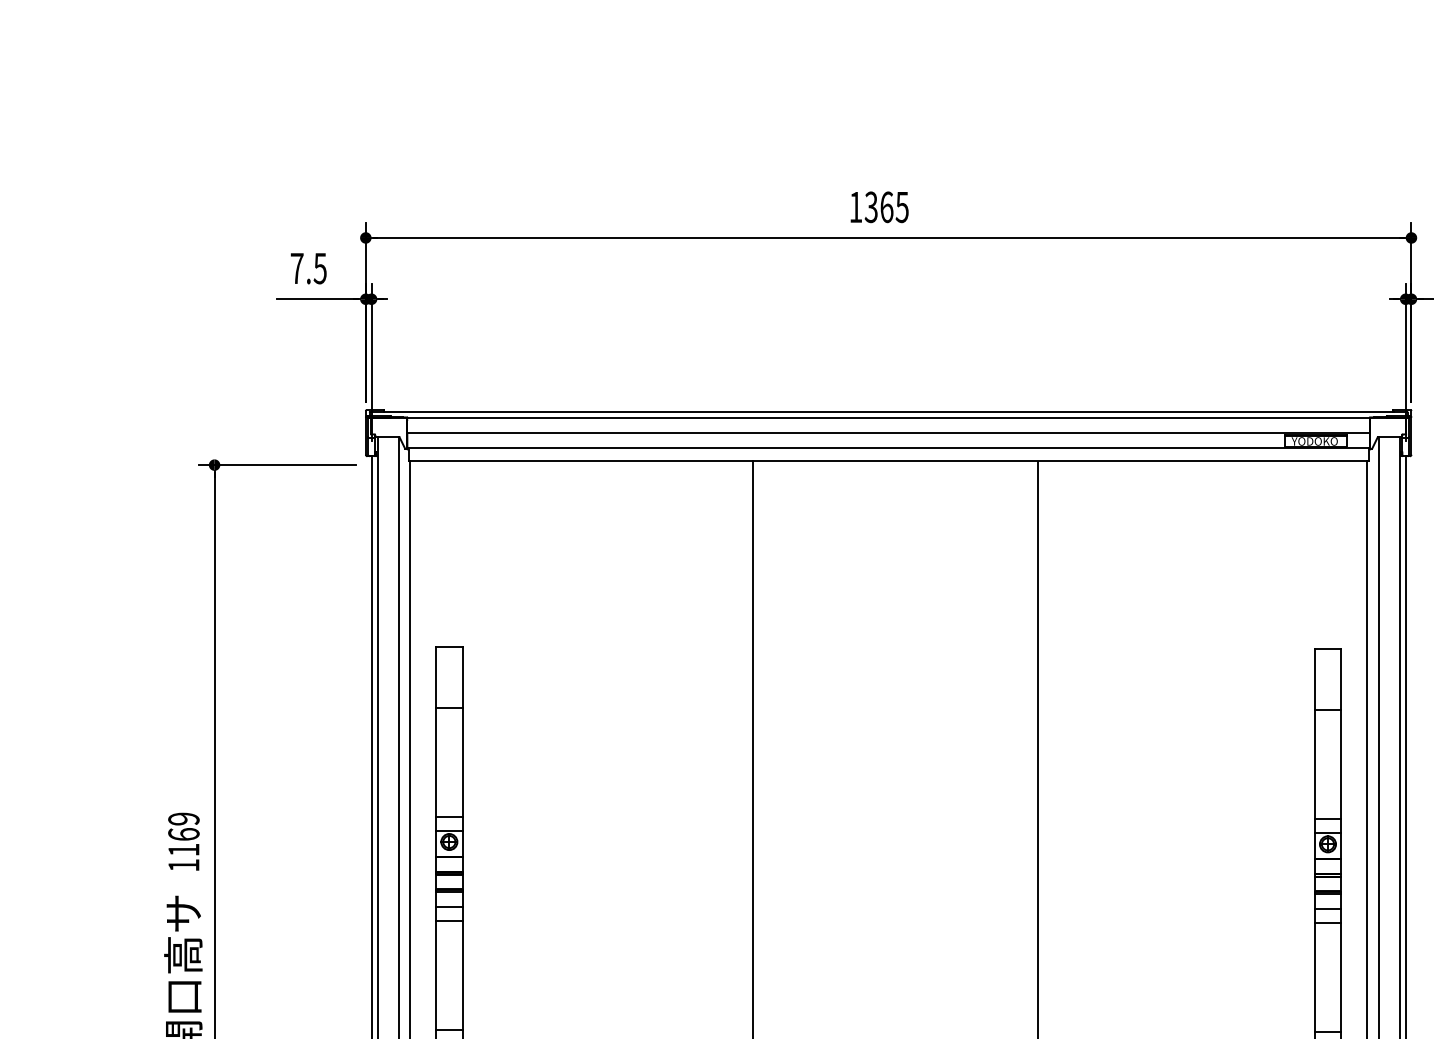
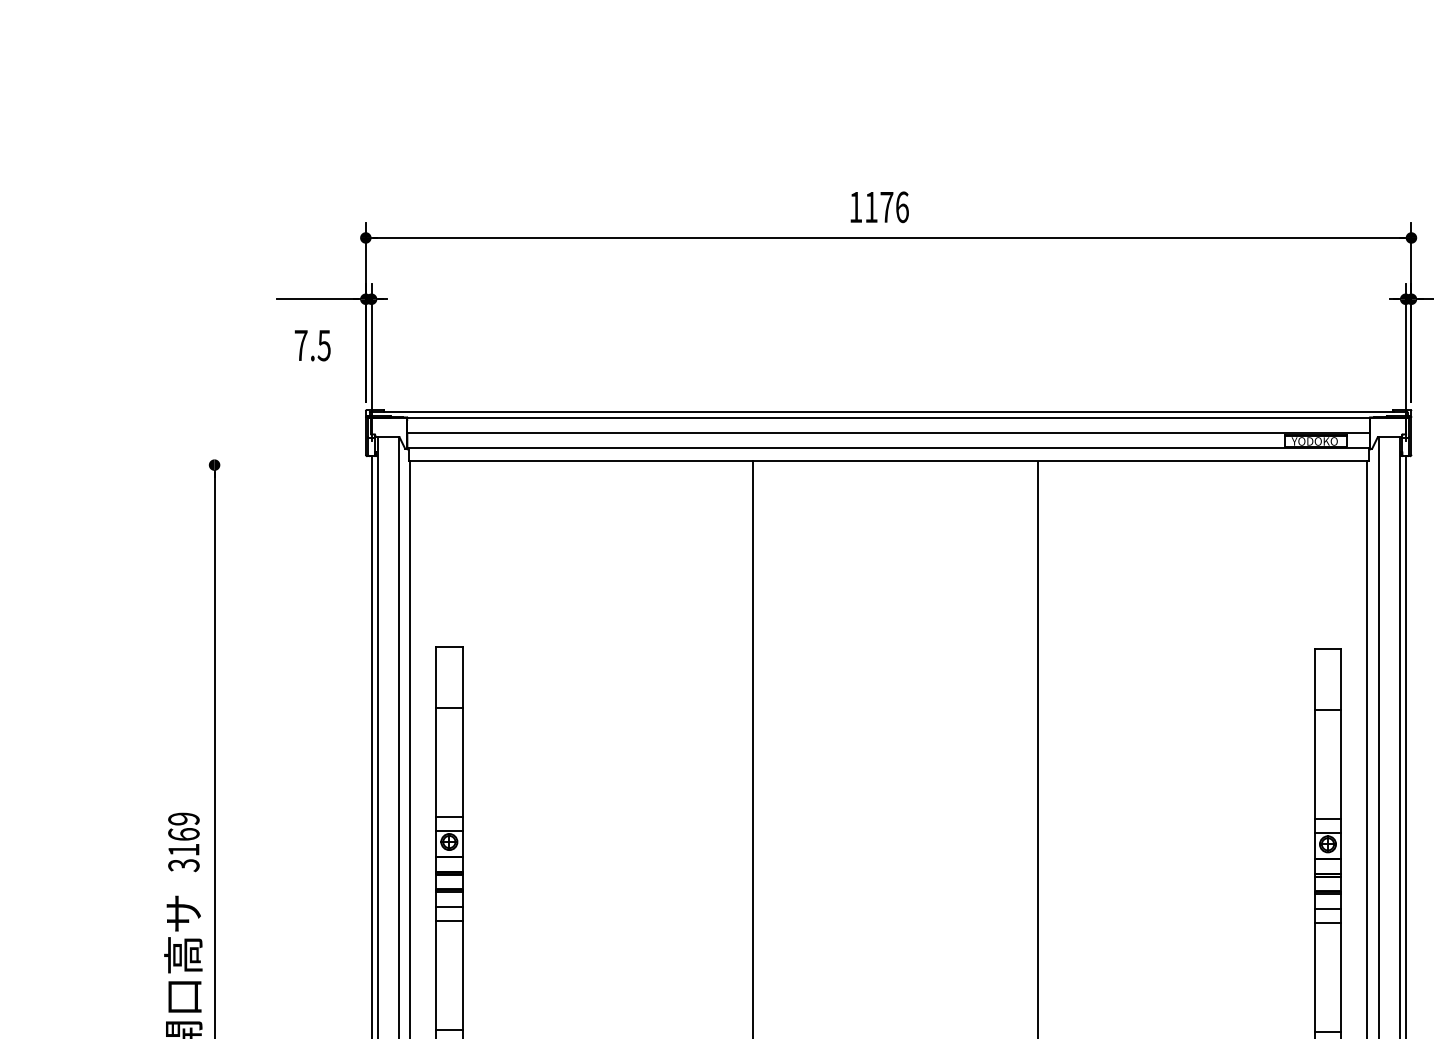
text at (886, 207): 1365 -> 1176
text at (308, 268) position: (308, 268) -> (312, 345)
line at (277, 465): present -> none
text at (183, 865): 1169 -> 3169
